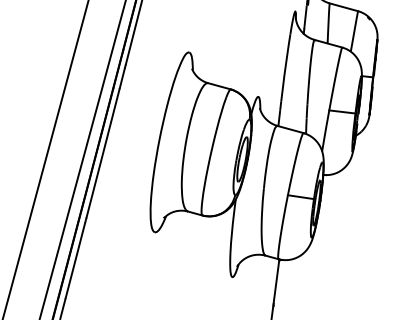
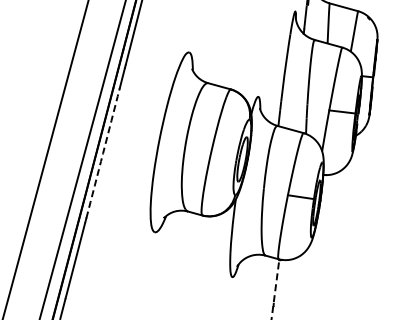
arc at (103, 153): solid -> dashed
line at (275, 288): solid -> dashed
